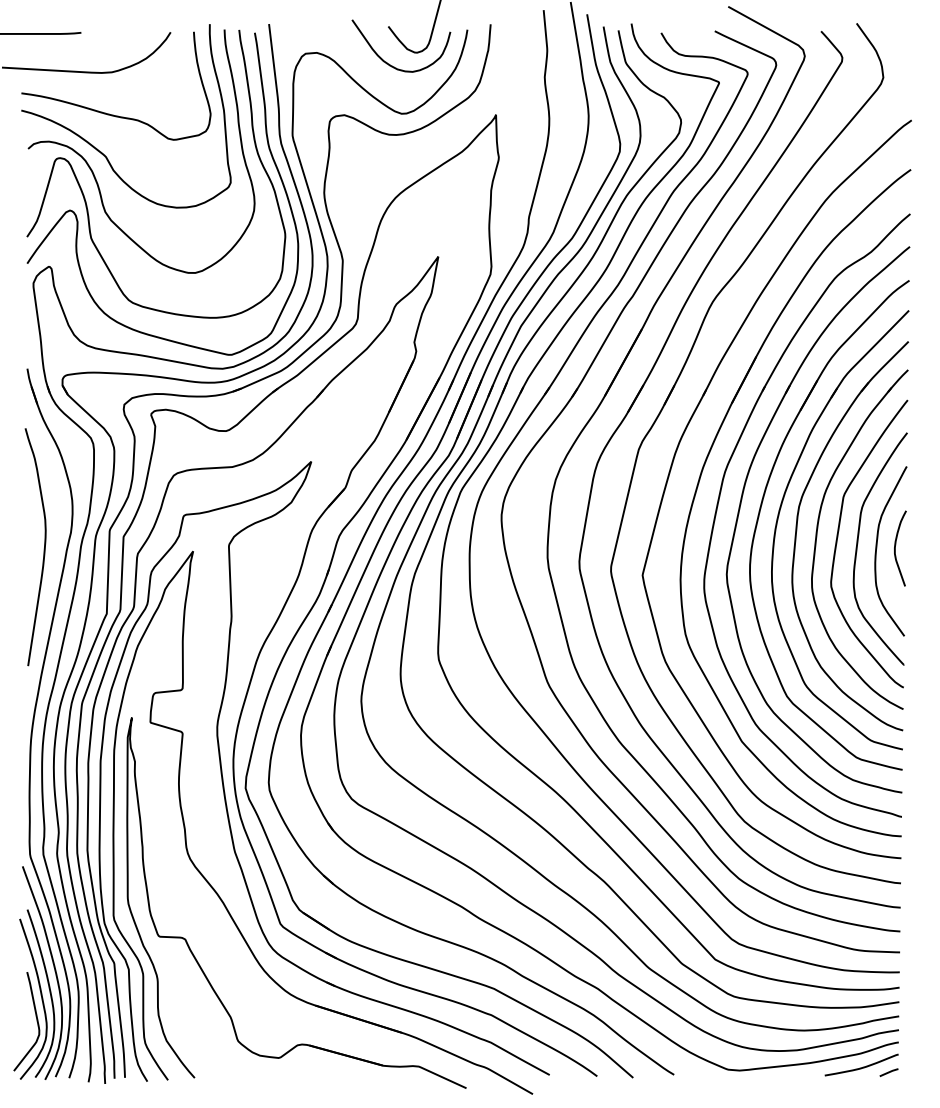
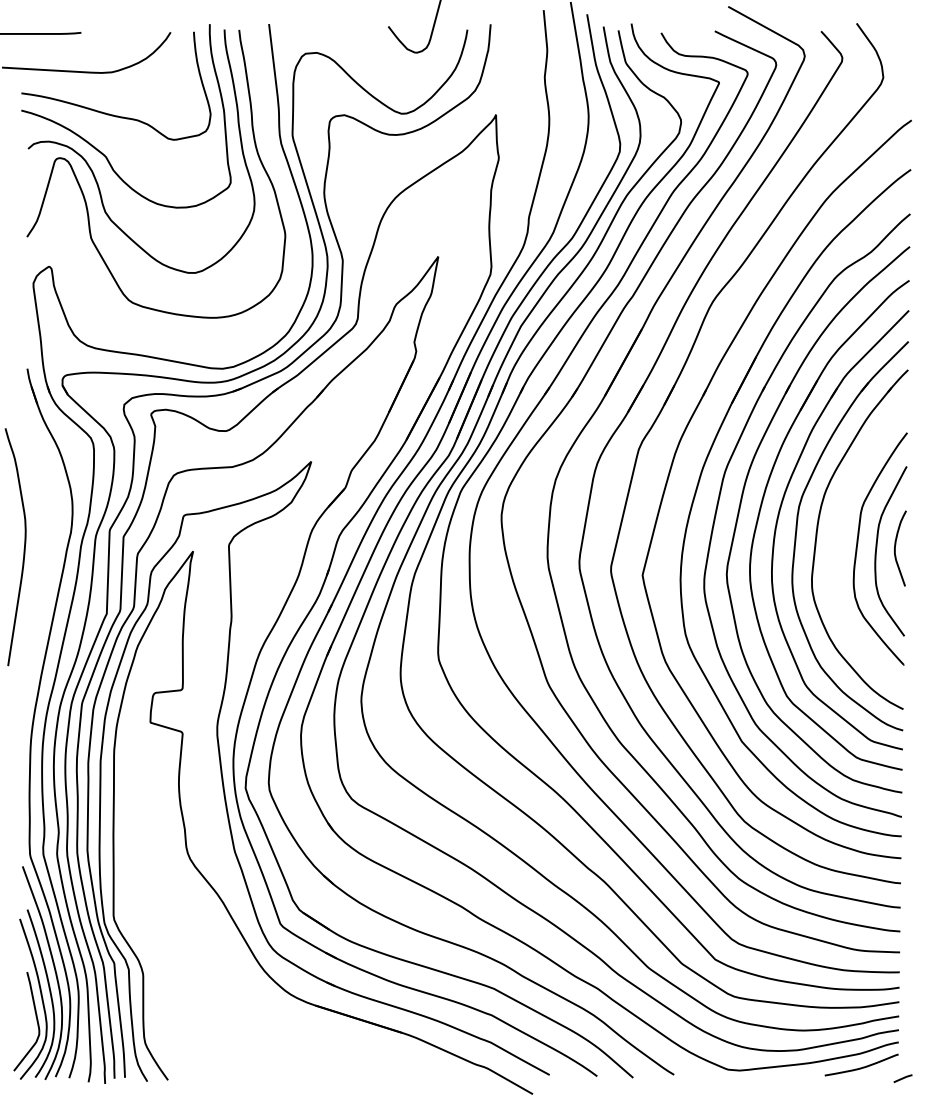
curve at (389, 63): present -> none
curve at (78, 220): present -> none
curve at (838, 537): present -> none
curve at (43, 548) position: (43, 548) -> (23, 548)
part at (195, 956): present -> none
line at (888, 1072) position: (888, 1072) -> (902, 1078)
